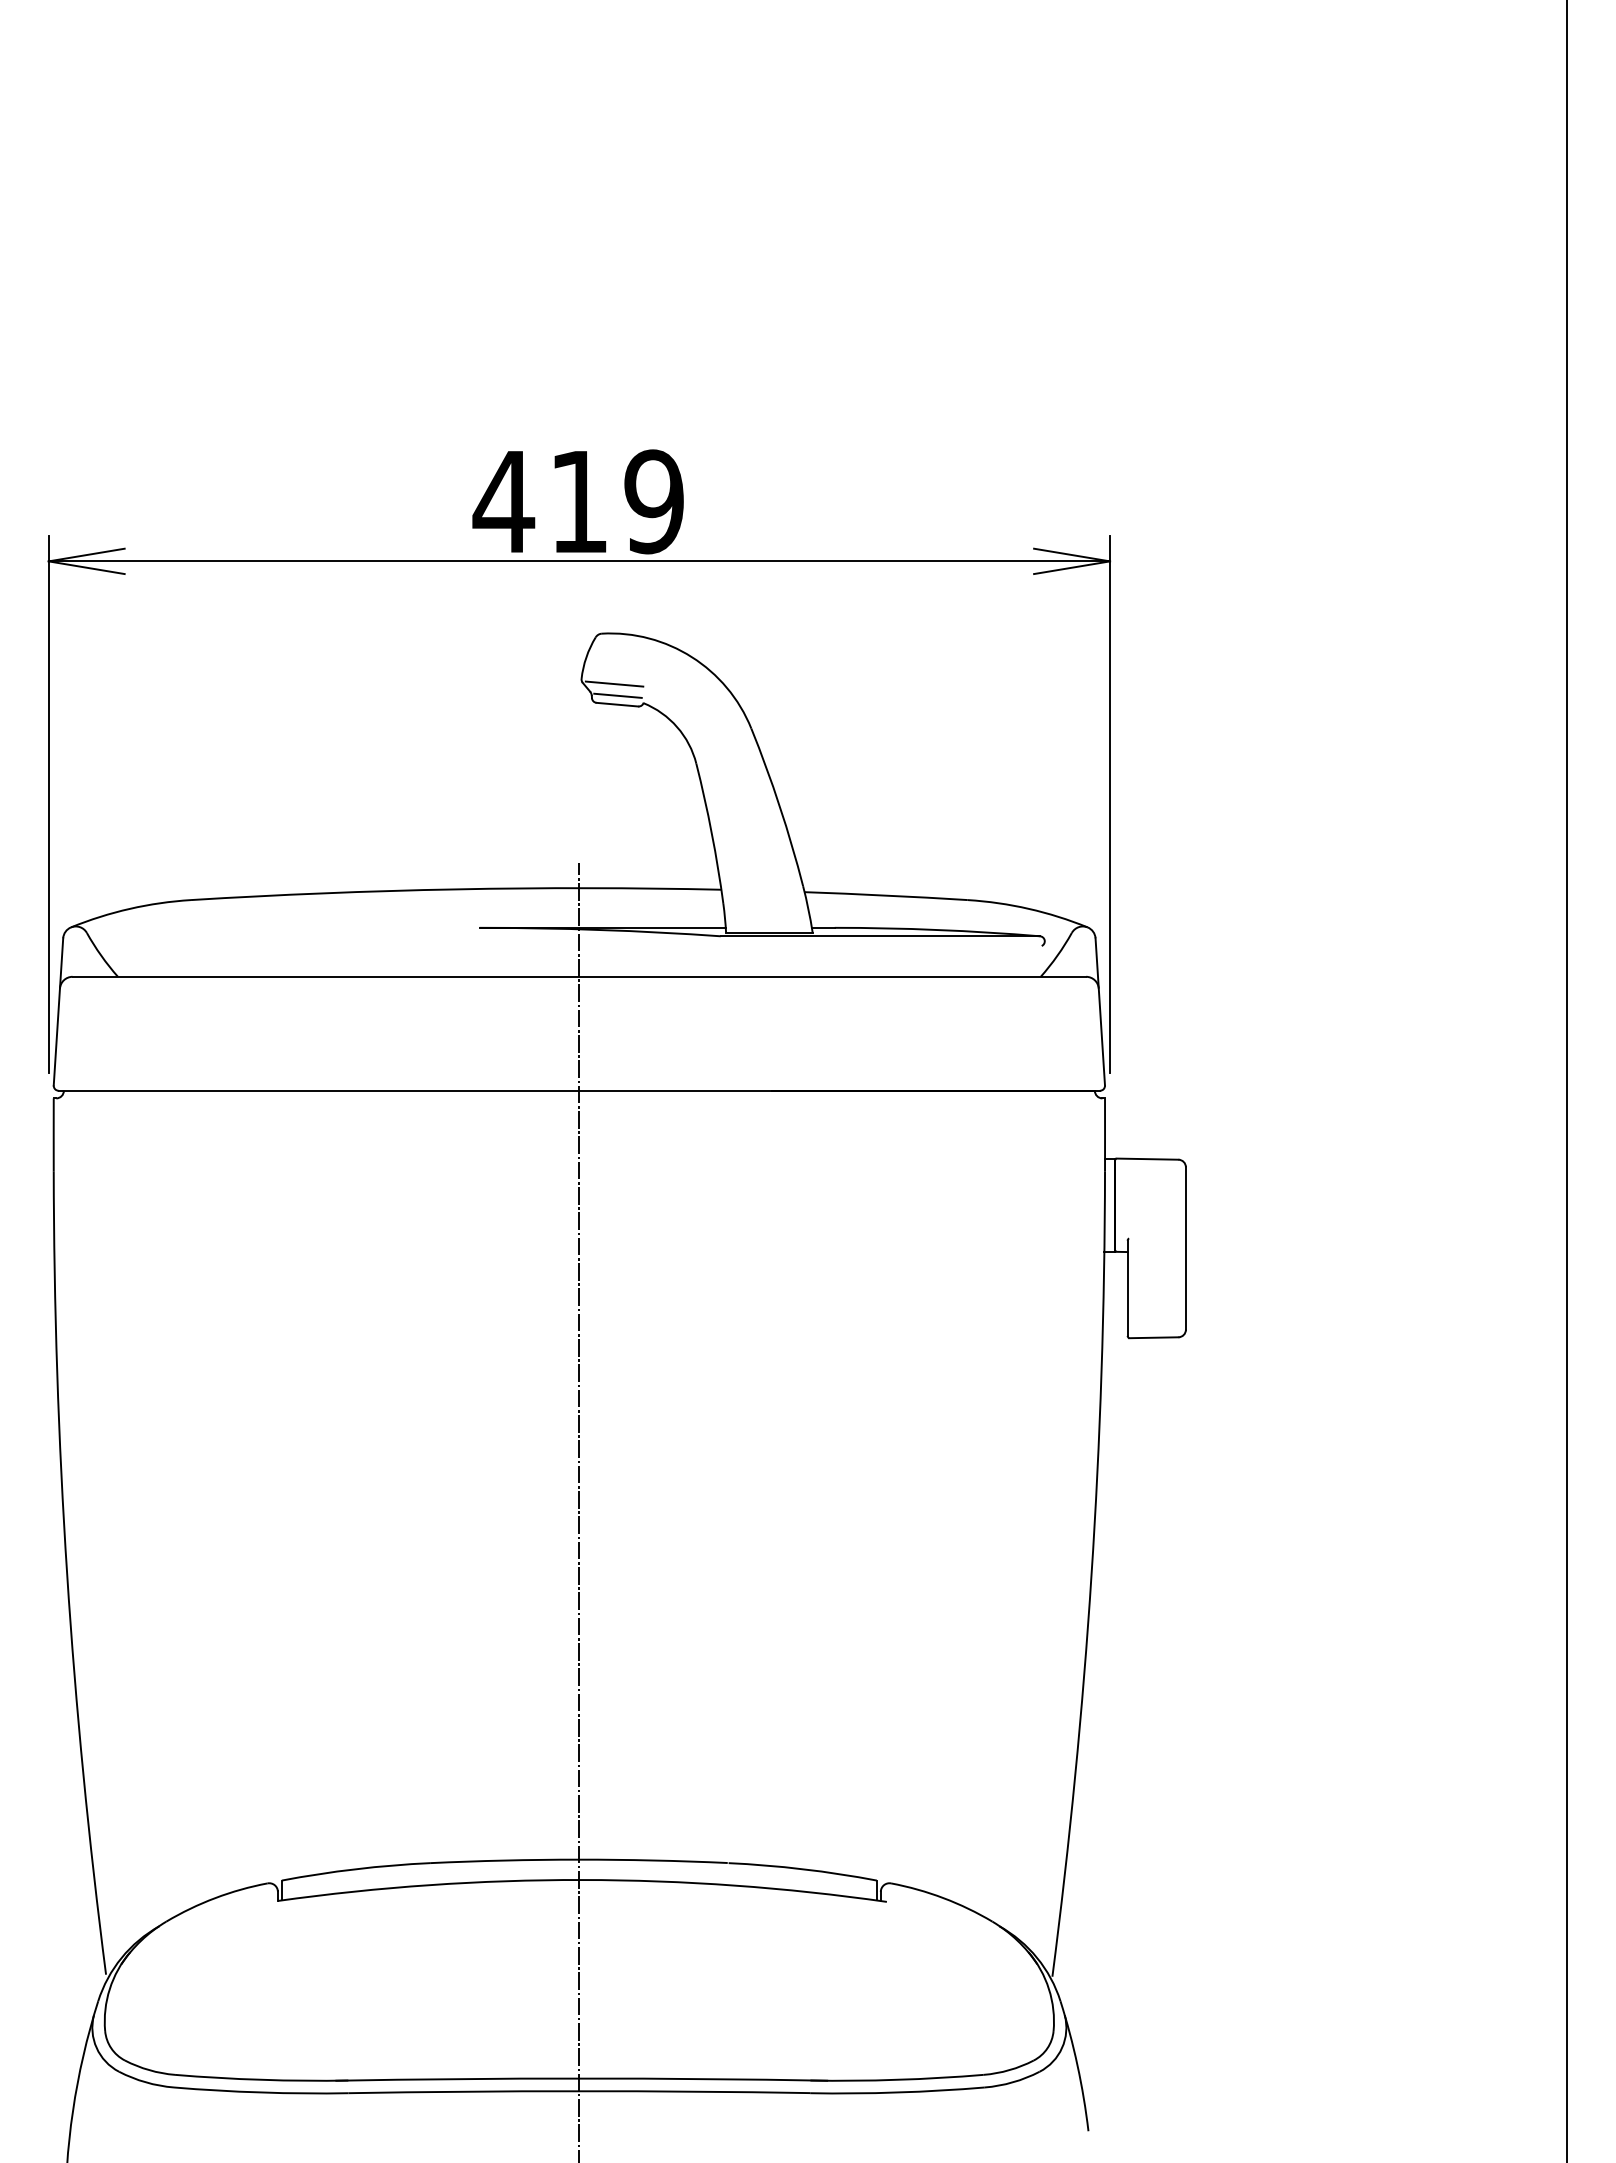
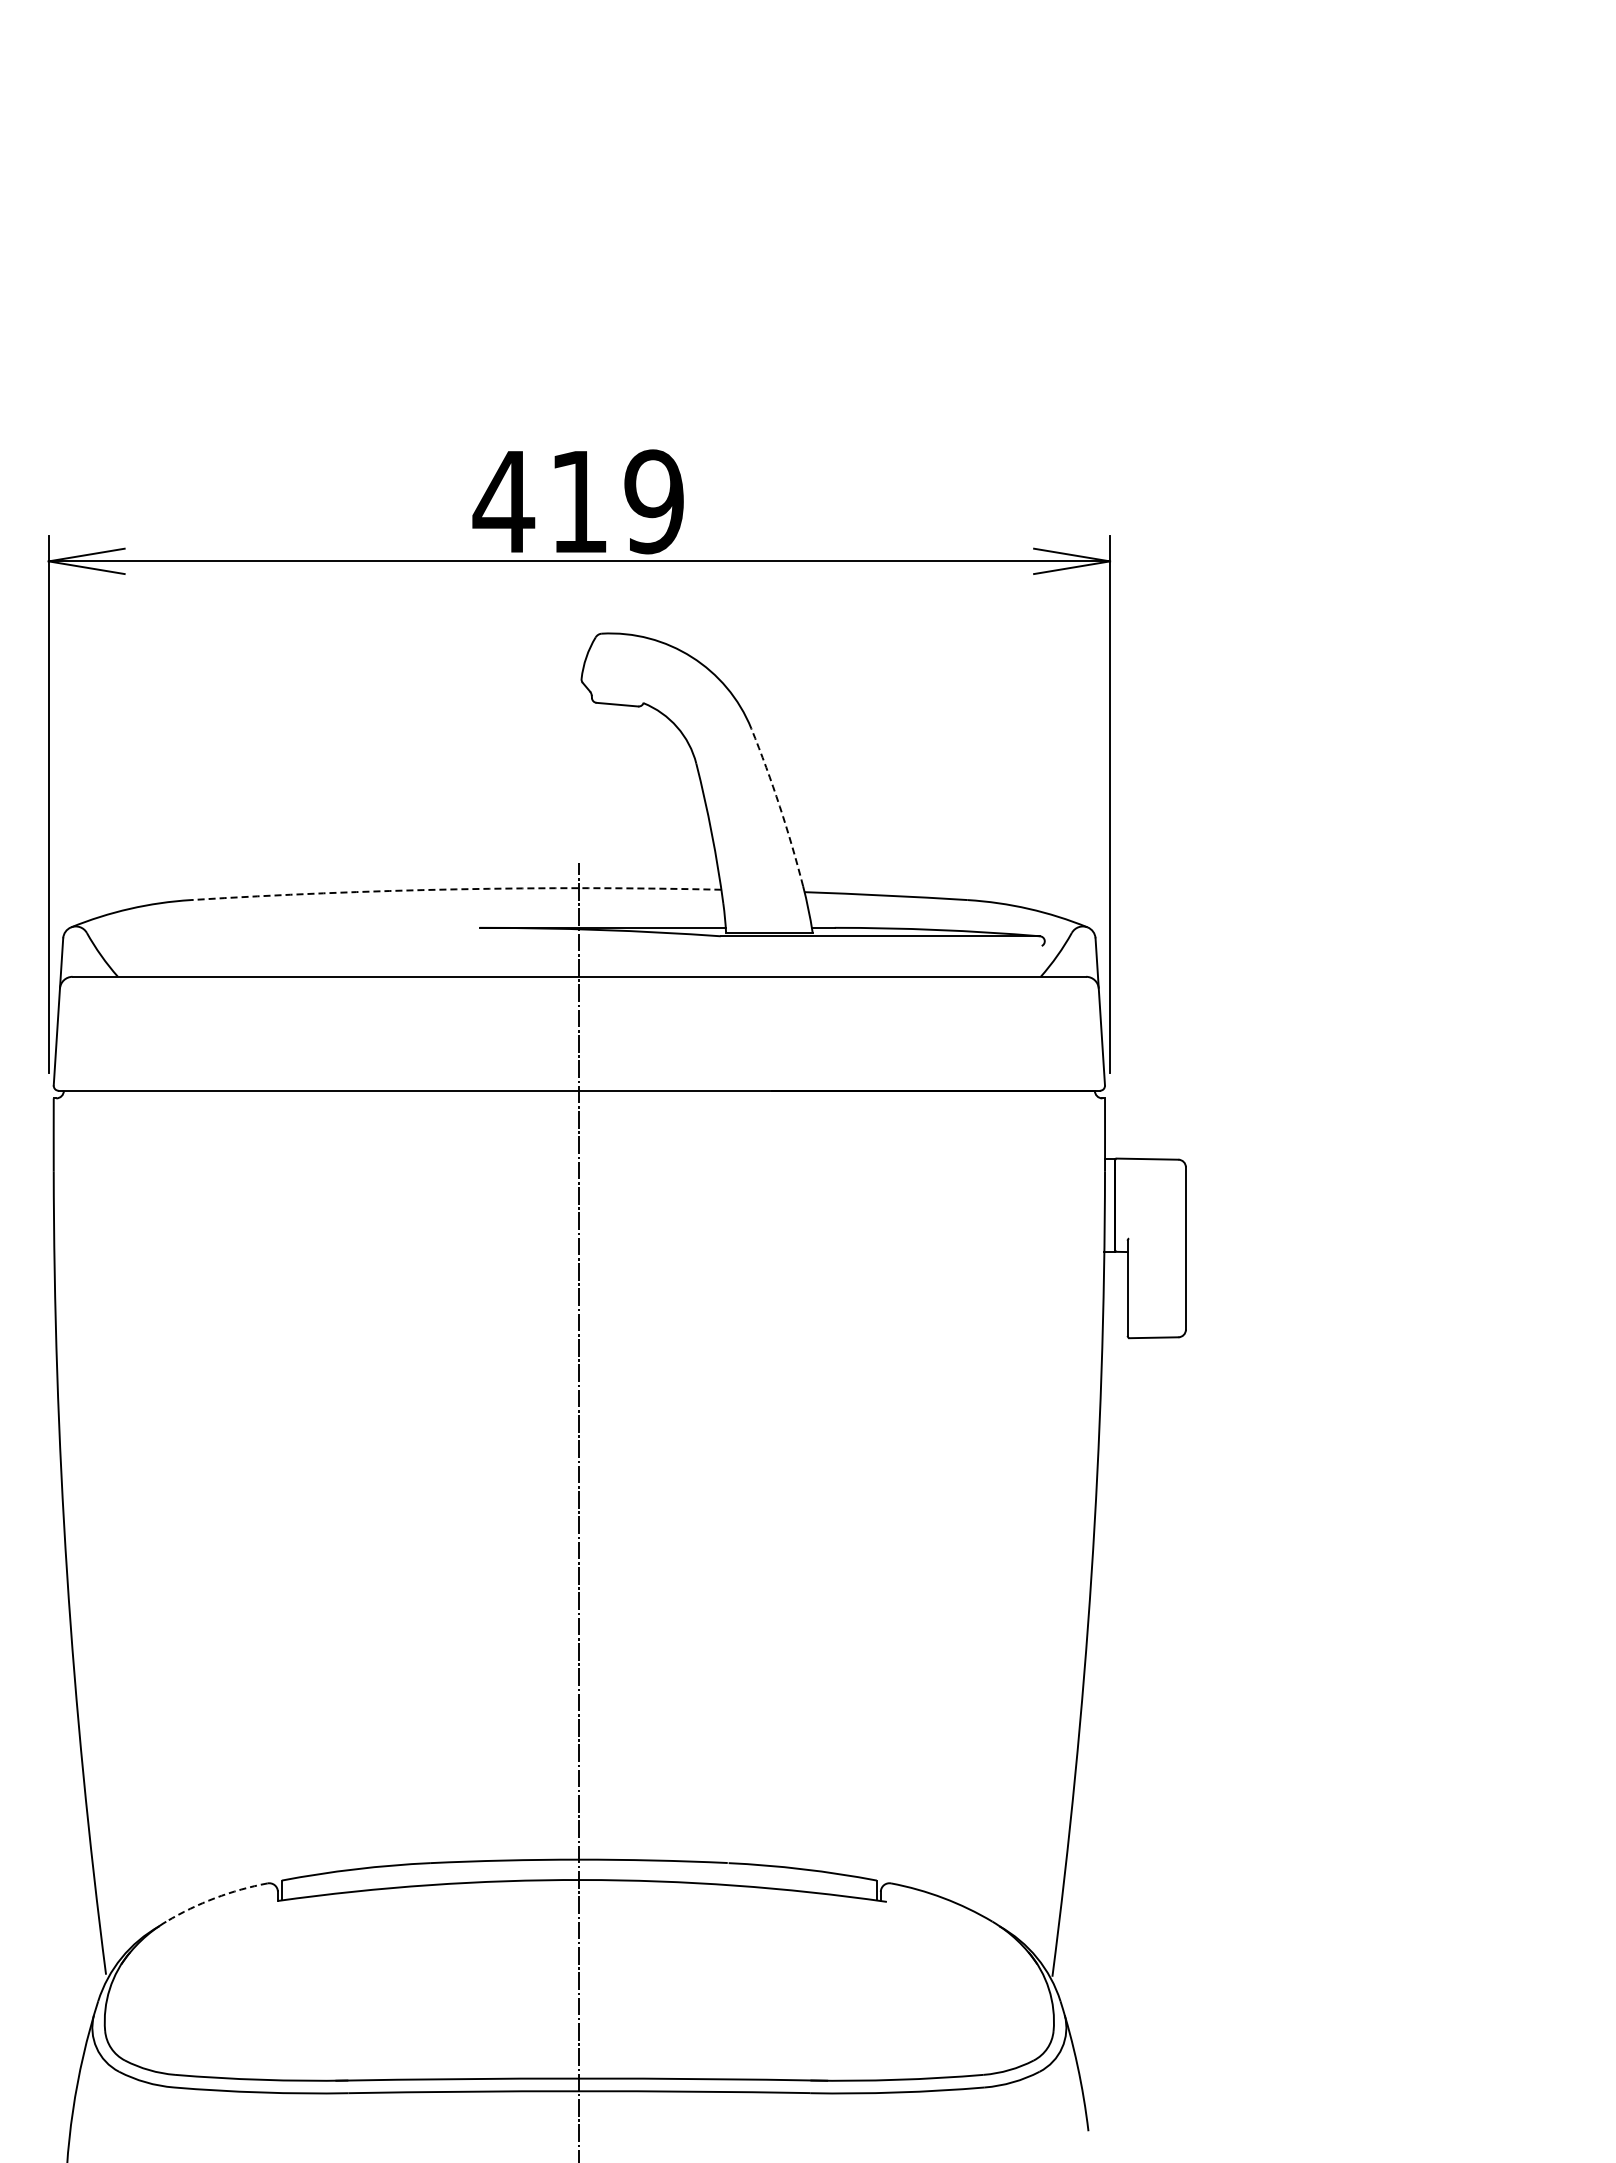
line at (614, 683): present -> none
line at (617, 695): present -> none
arc at (779, 806): solid -> dashed
arc at (456, 889): solid -> dashed
line at (1567, 1080): present -> none
arc at (215, 1898): solid -> dashed
